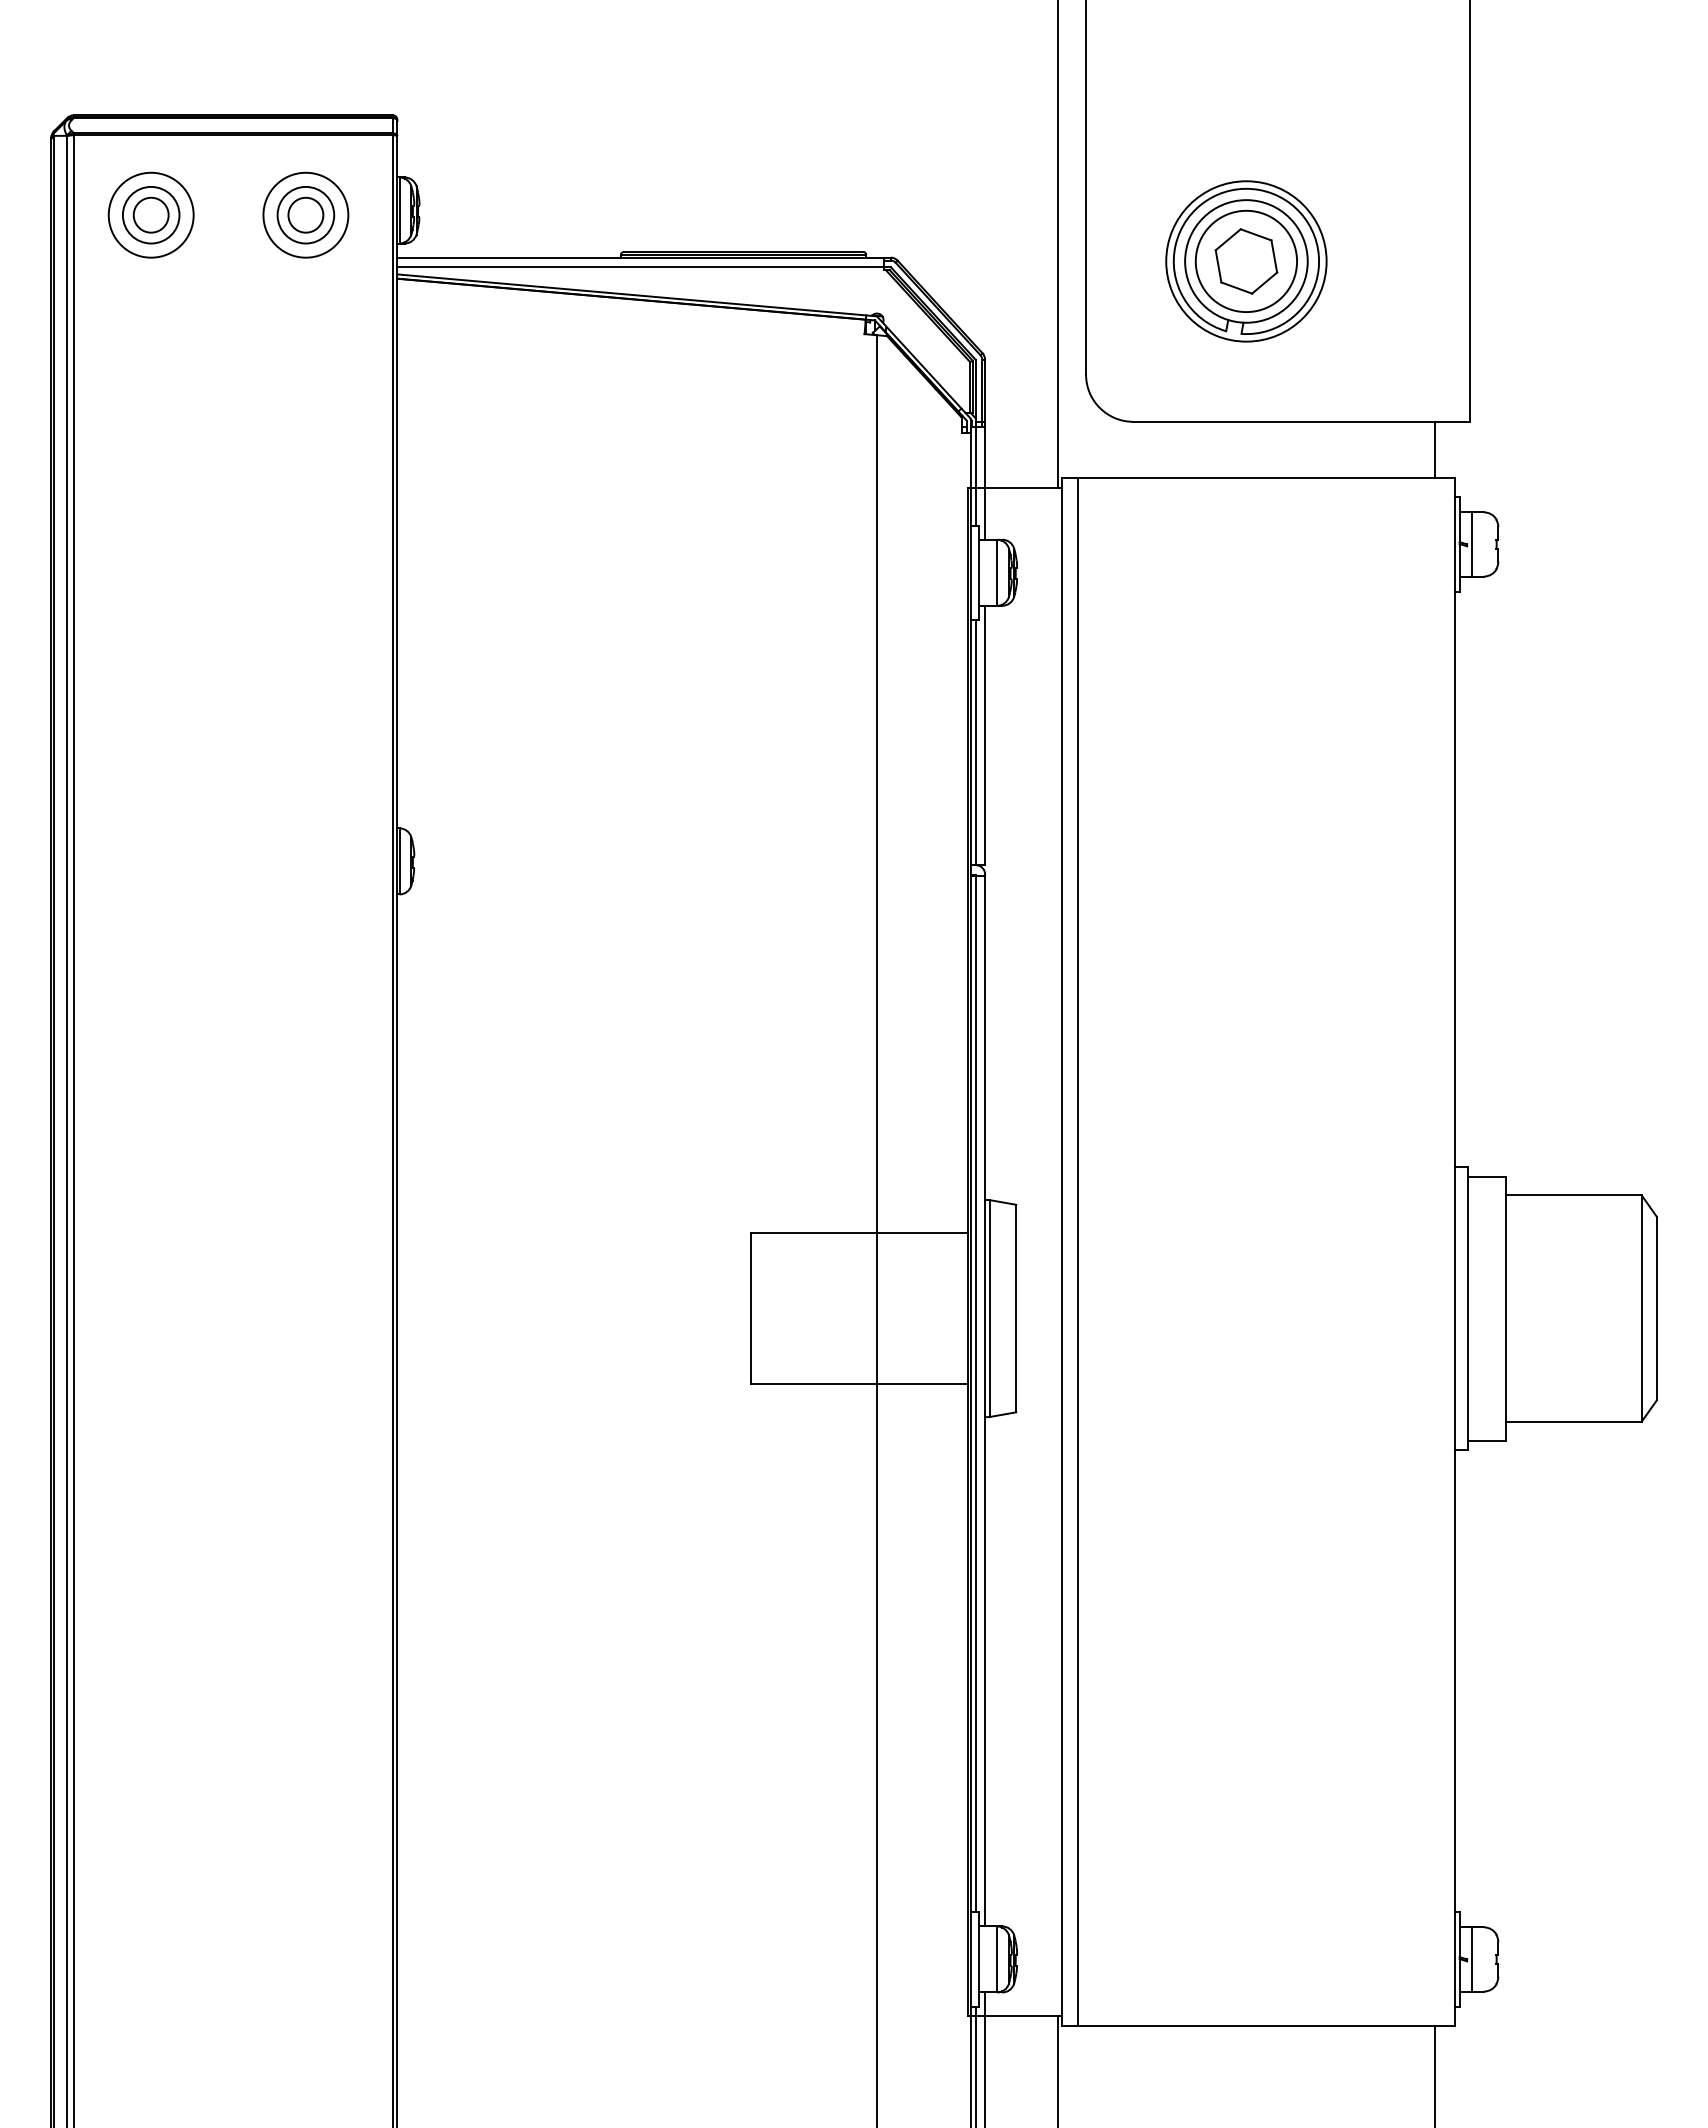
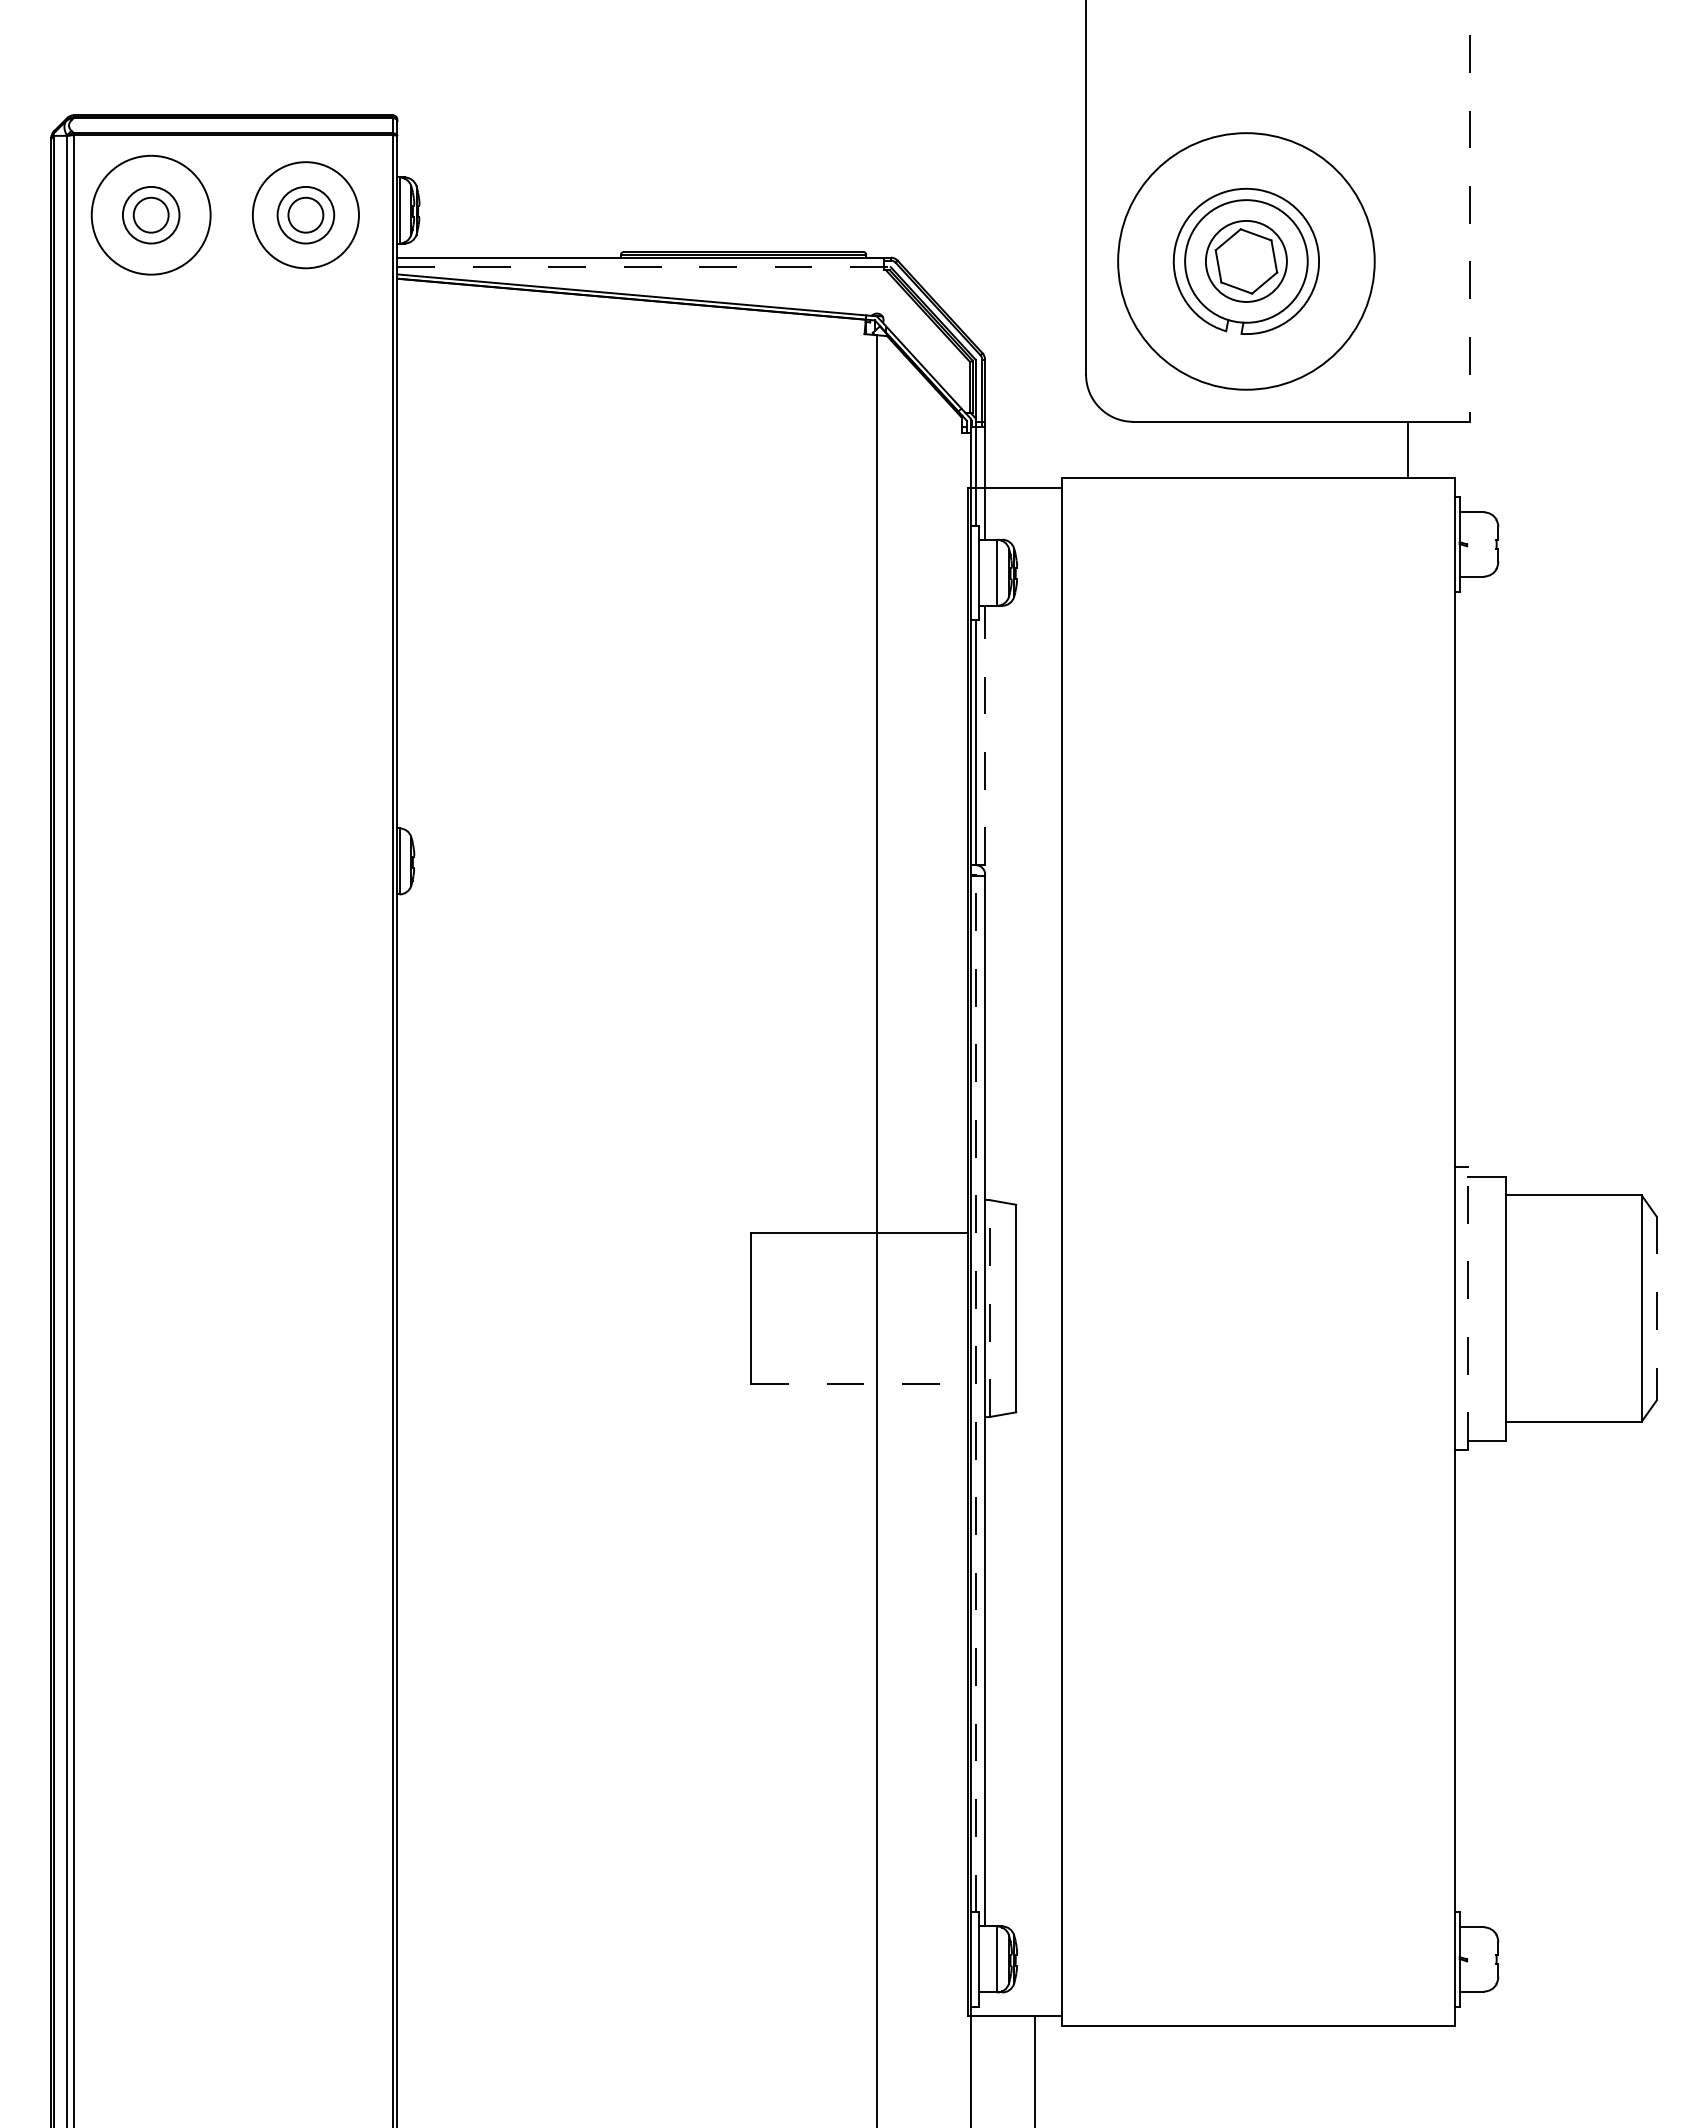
line at (1470, 211): solid -> dashed
circle at (150, 214) diameter: 85 px -> 119 px
circle at (305, 214) diameter: 85 px -> 106 px
line at (1057, 244): present -> none
circle at (1246, 261) diameter: 101 px -> 81 px
circle at (1246, 261) diameter: 160 px -> 257 px
line at (644, 267): solid -> dashed
line at (1435, 449) position: (1435, 449) -> (1408, 449)
line at (1471, 544): present -> none
line at (985, 735): solid -> dashed
line at (1077, 1251): present -> none
line at (989, 1308): solid -> dashed
line at (1468, 1308): solid -> dashed
line at (1656, 1308): solid -> dashed
line at (860, 1384): solid -> dashed
line at (975, 1393): solid -> dashed
line at (1471, 1959): present -> none
line at (985, 2058): present -> none
line at (975, 2065): present -> none
line at (1057, 2070) position: (1057, 2070) -> (1034, 2070)
line at (1435, 2074): present -> none
